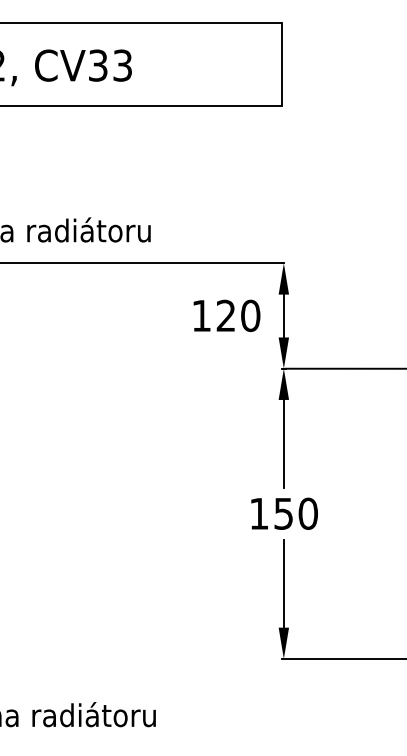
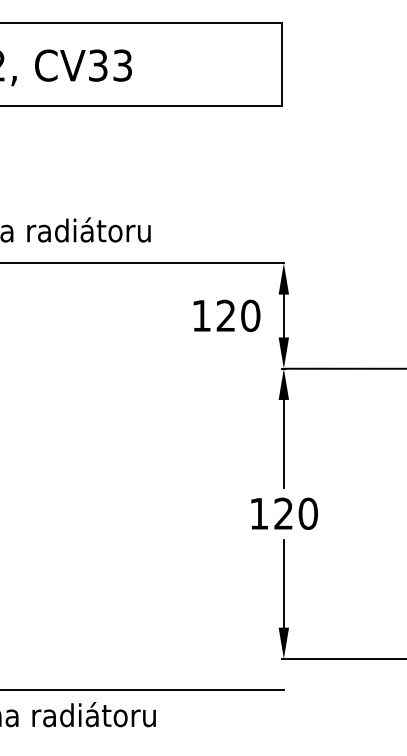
text at (283, 513): 150 -> 120
line at (142, 690): none -> present
